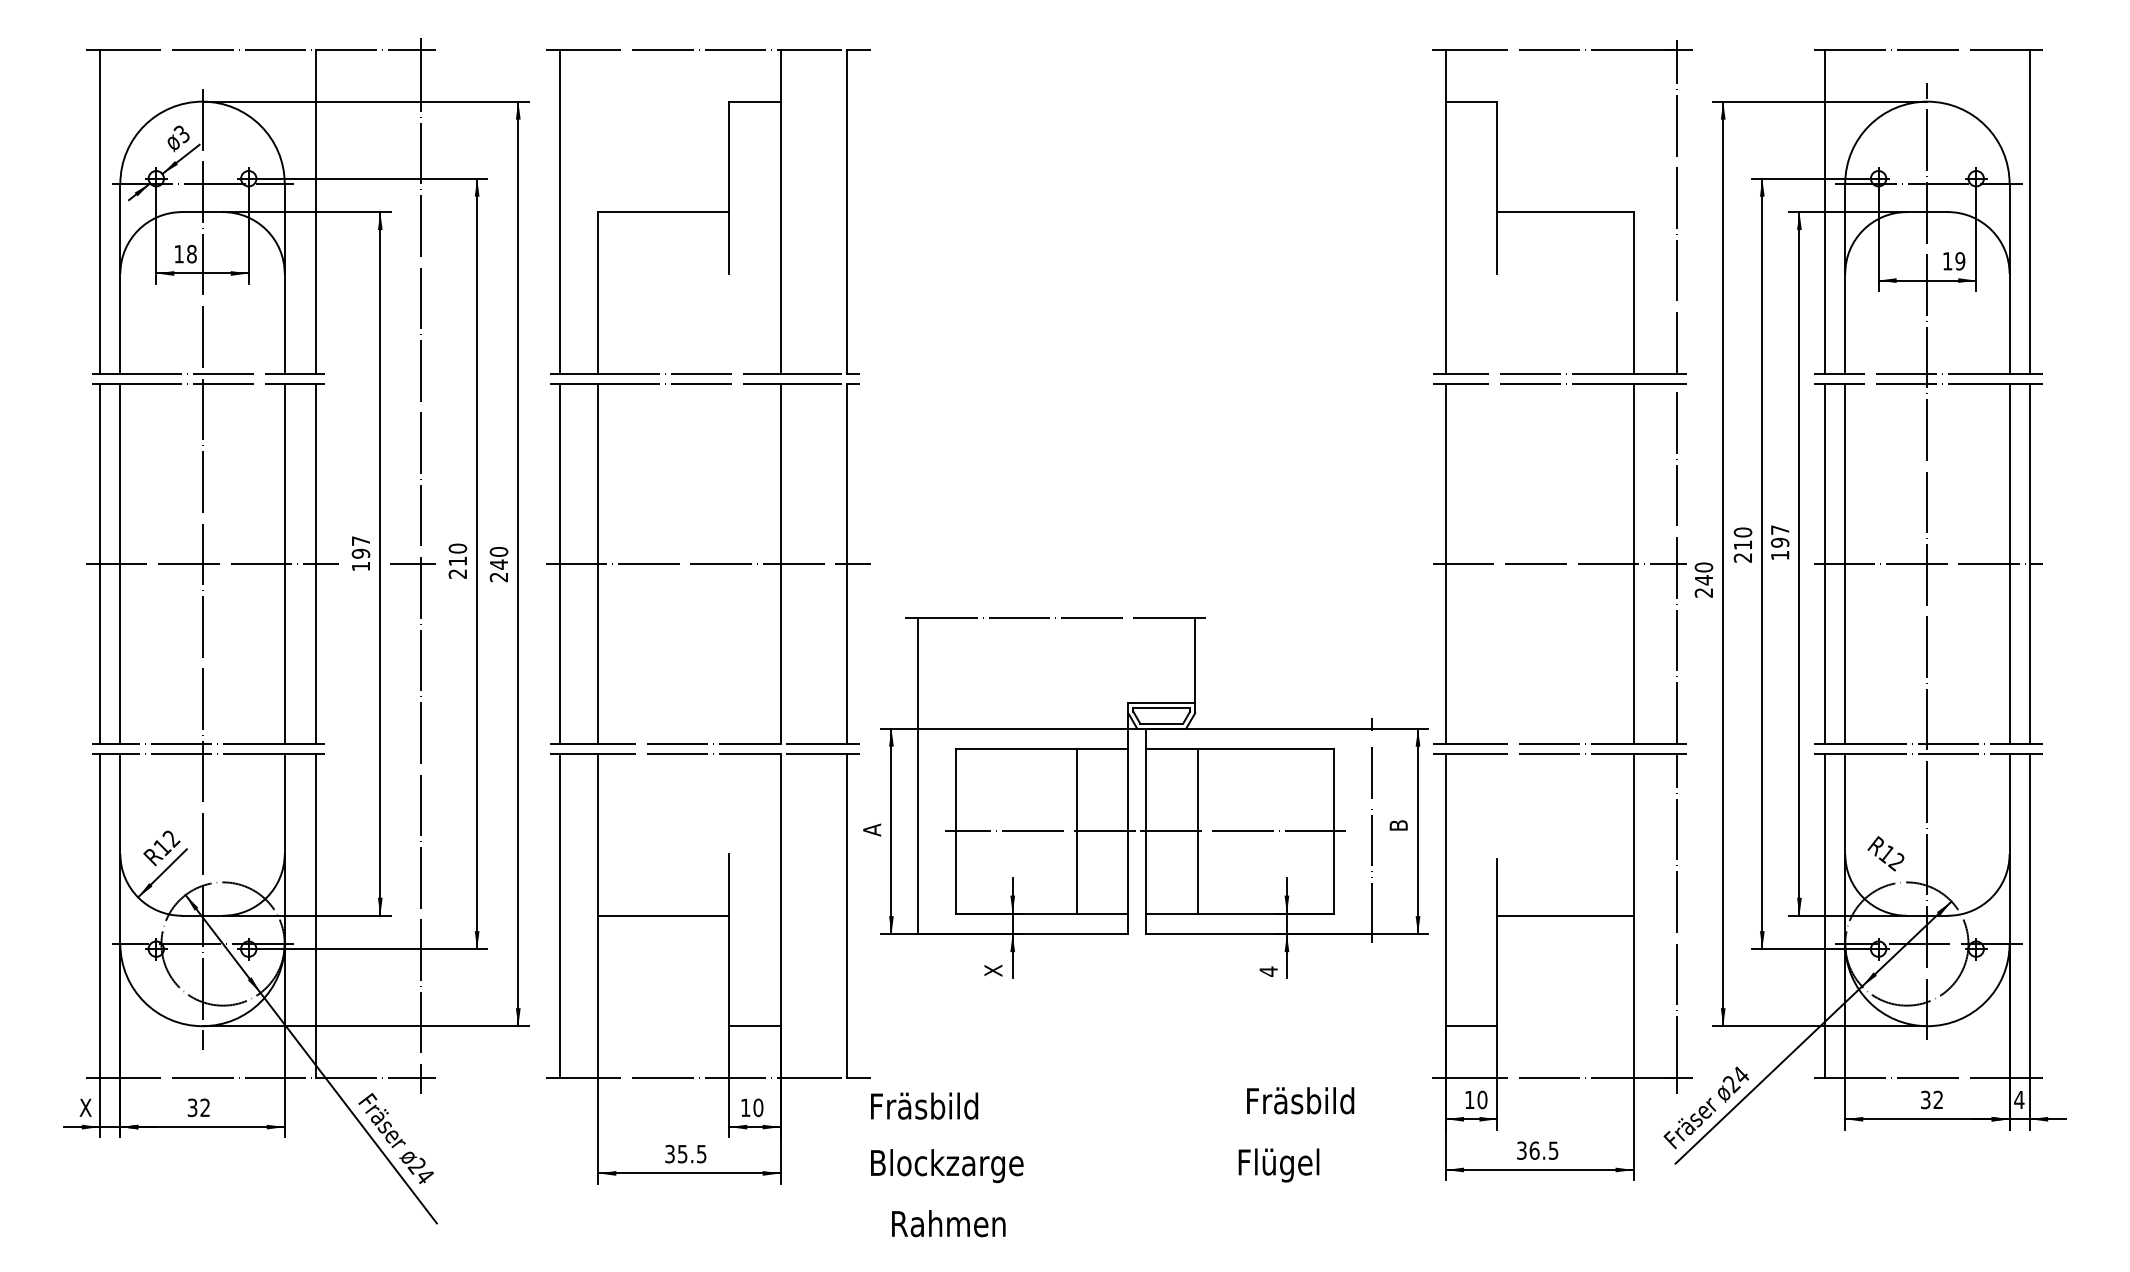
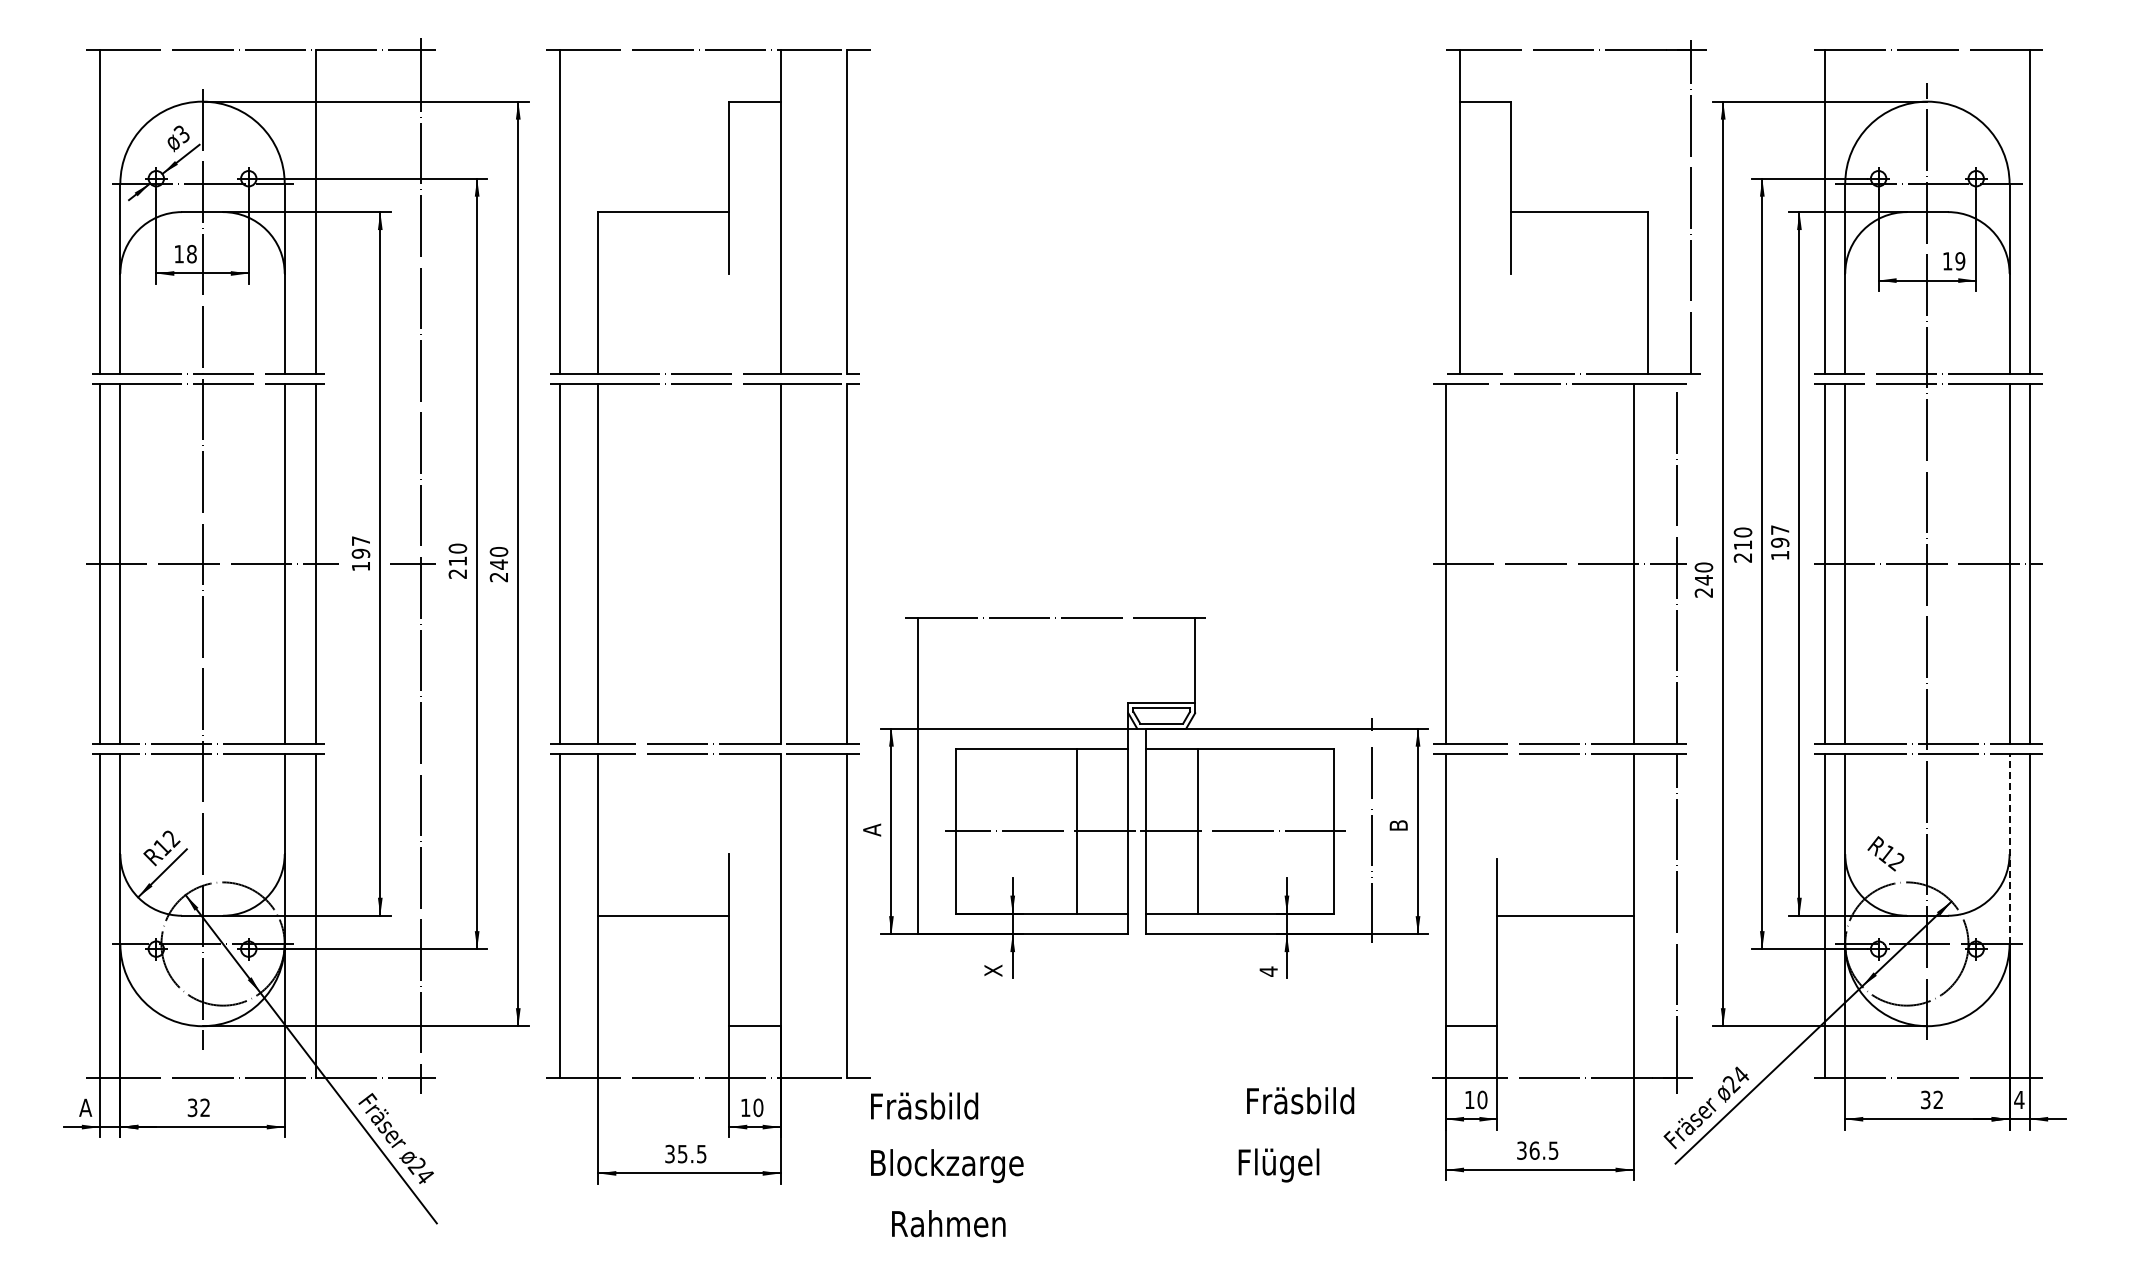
part at (1562, 207) position: (1562, 207) -> (1576, 207)
line at (707, 563): present -> none
line at (2009, 848): solid -> dashed
text at (85, 1107): X -> A
